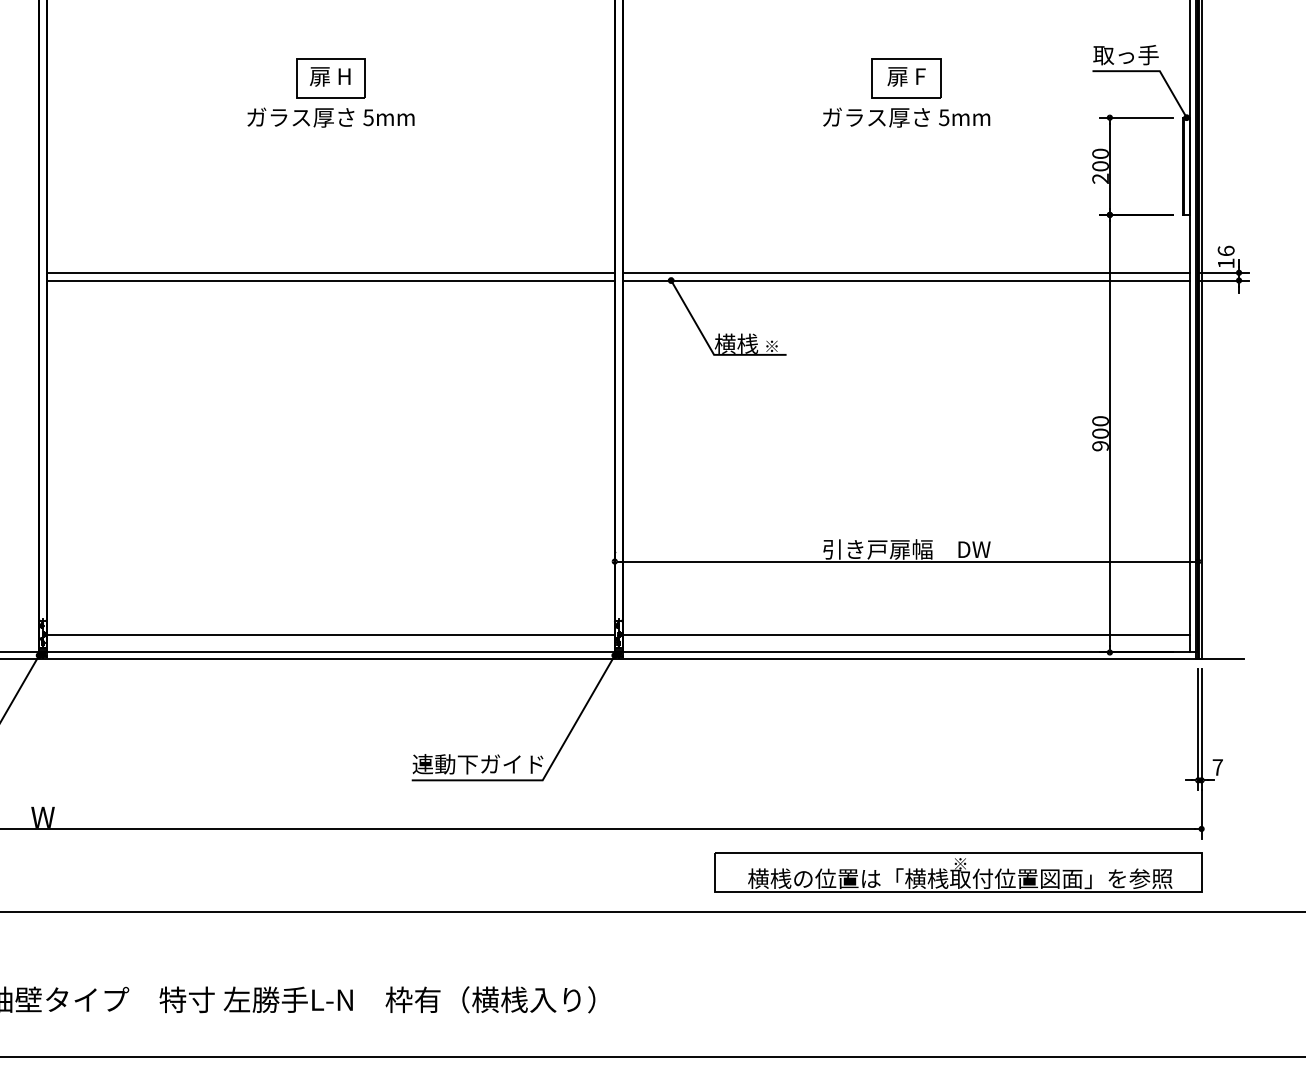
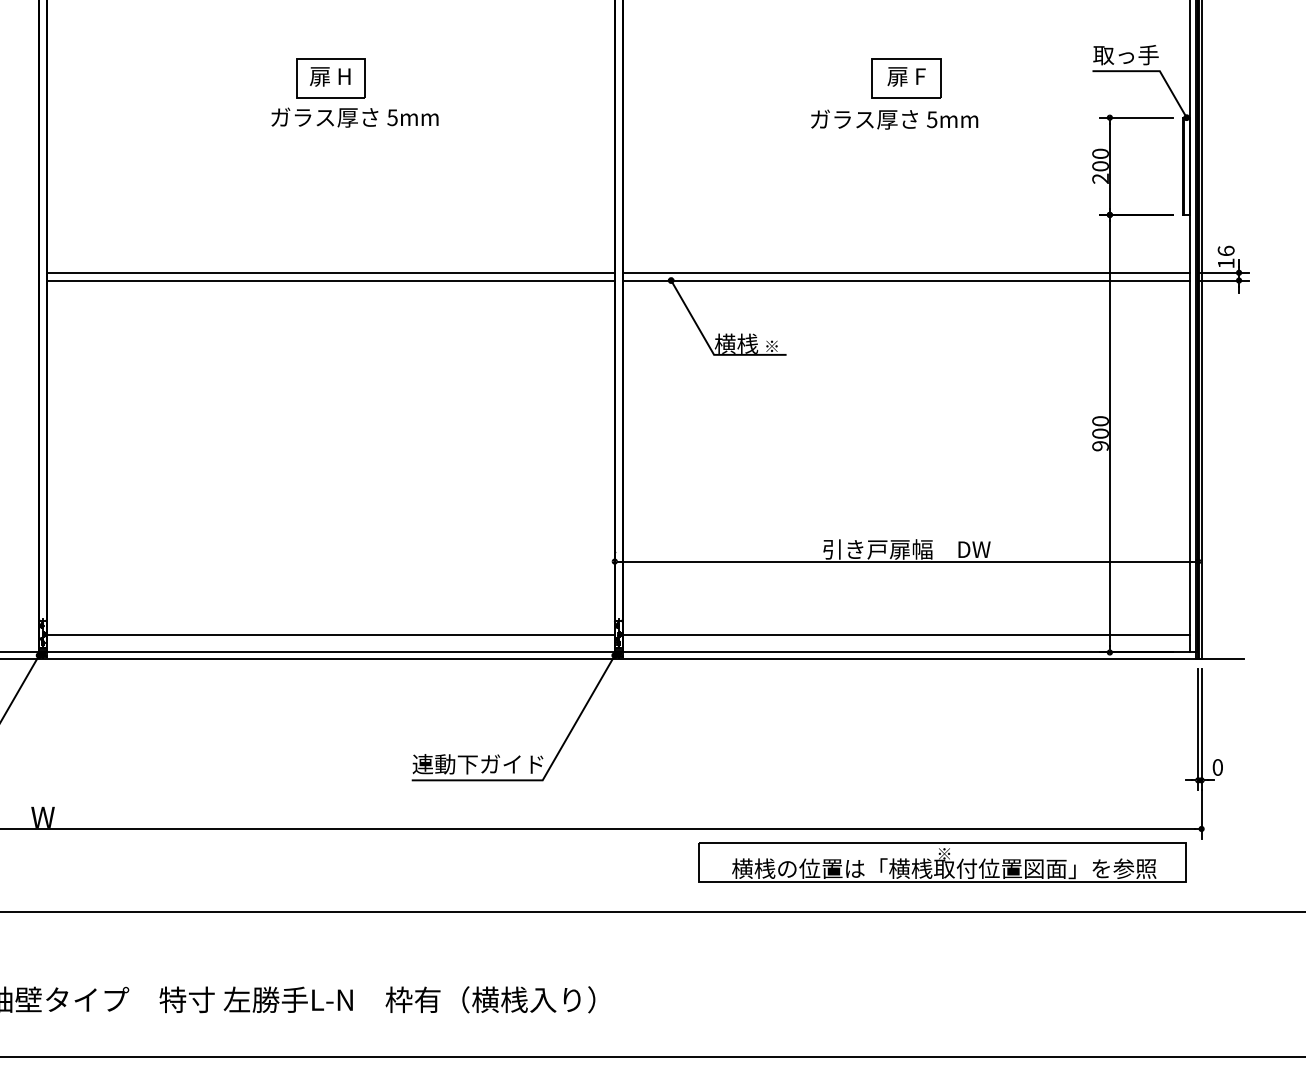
text at (330, 117) position: (330, 117) -> (354, 117)
text at (906, 117) position: (906, 117) -> (894, 119)
text at (1217, 767): 7 -> 0
part at (958, 872) position: (958, 872) -> (942, 862)
